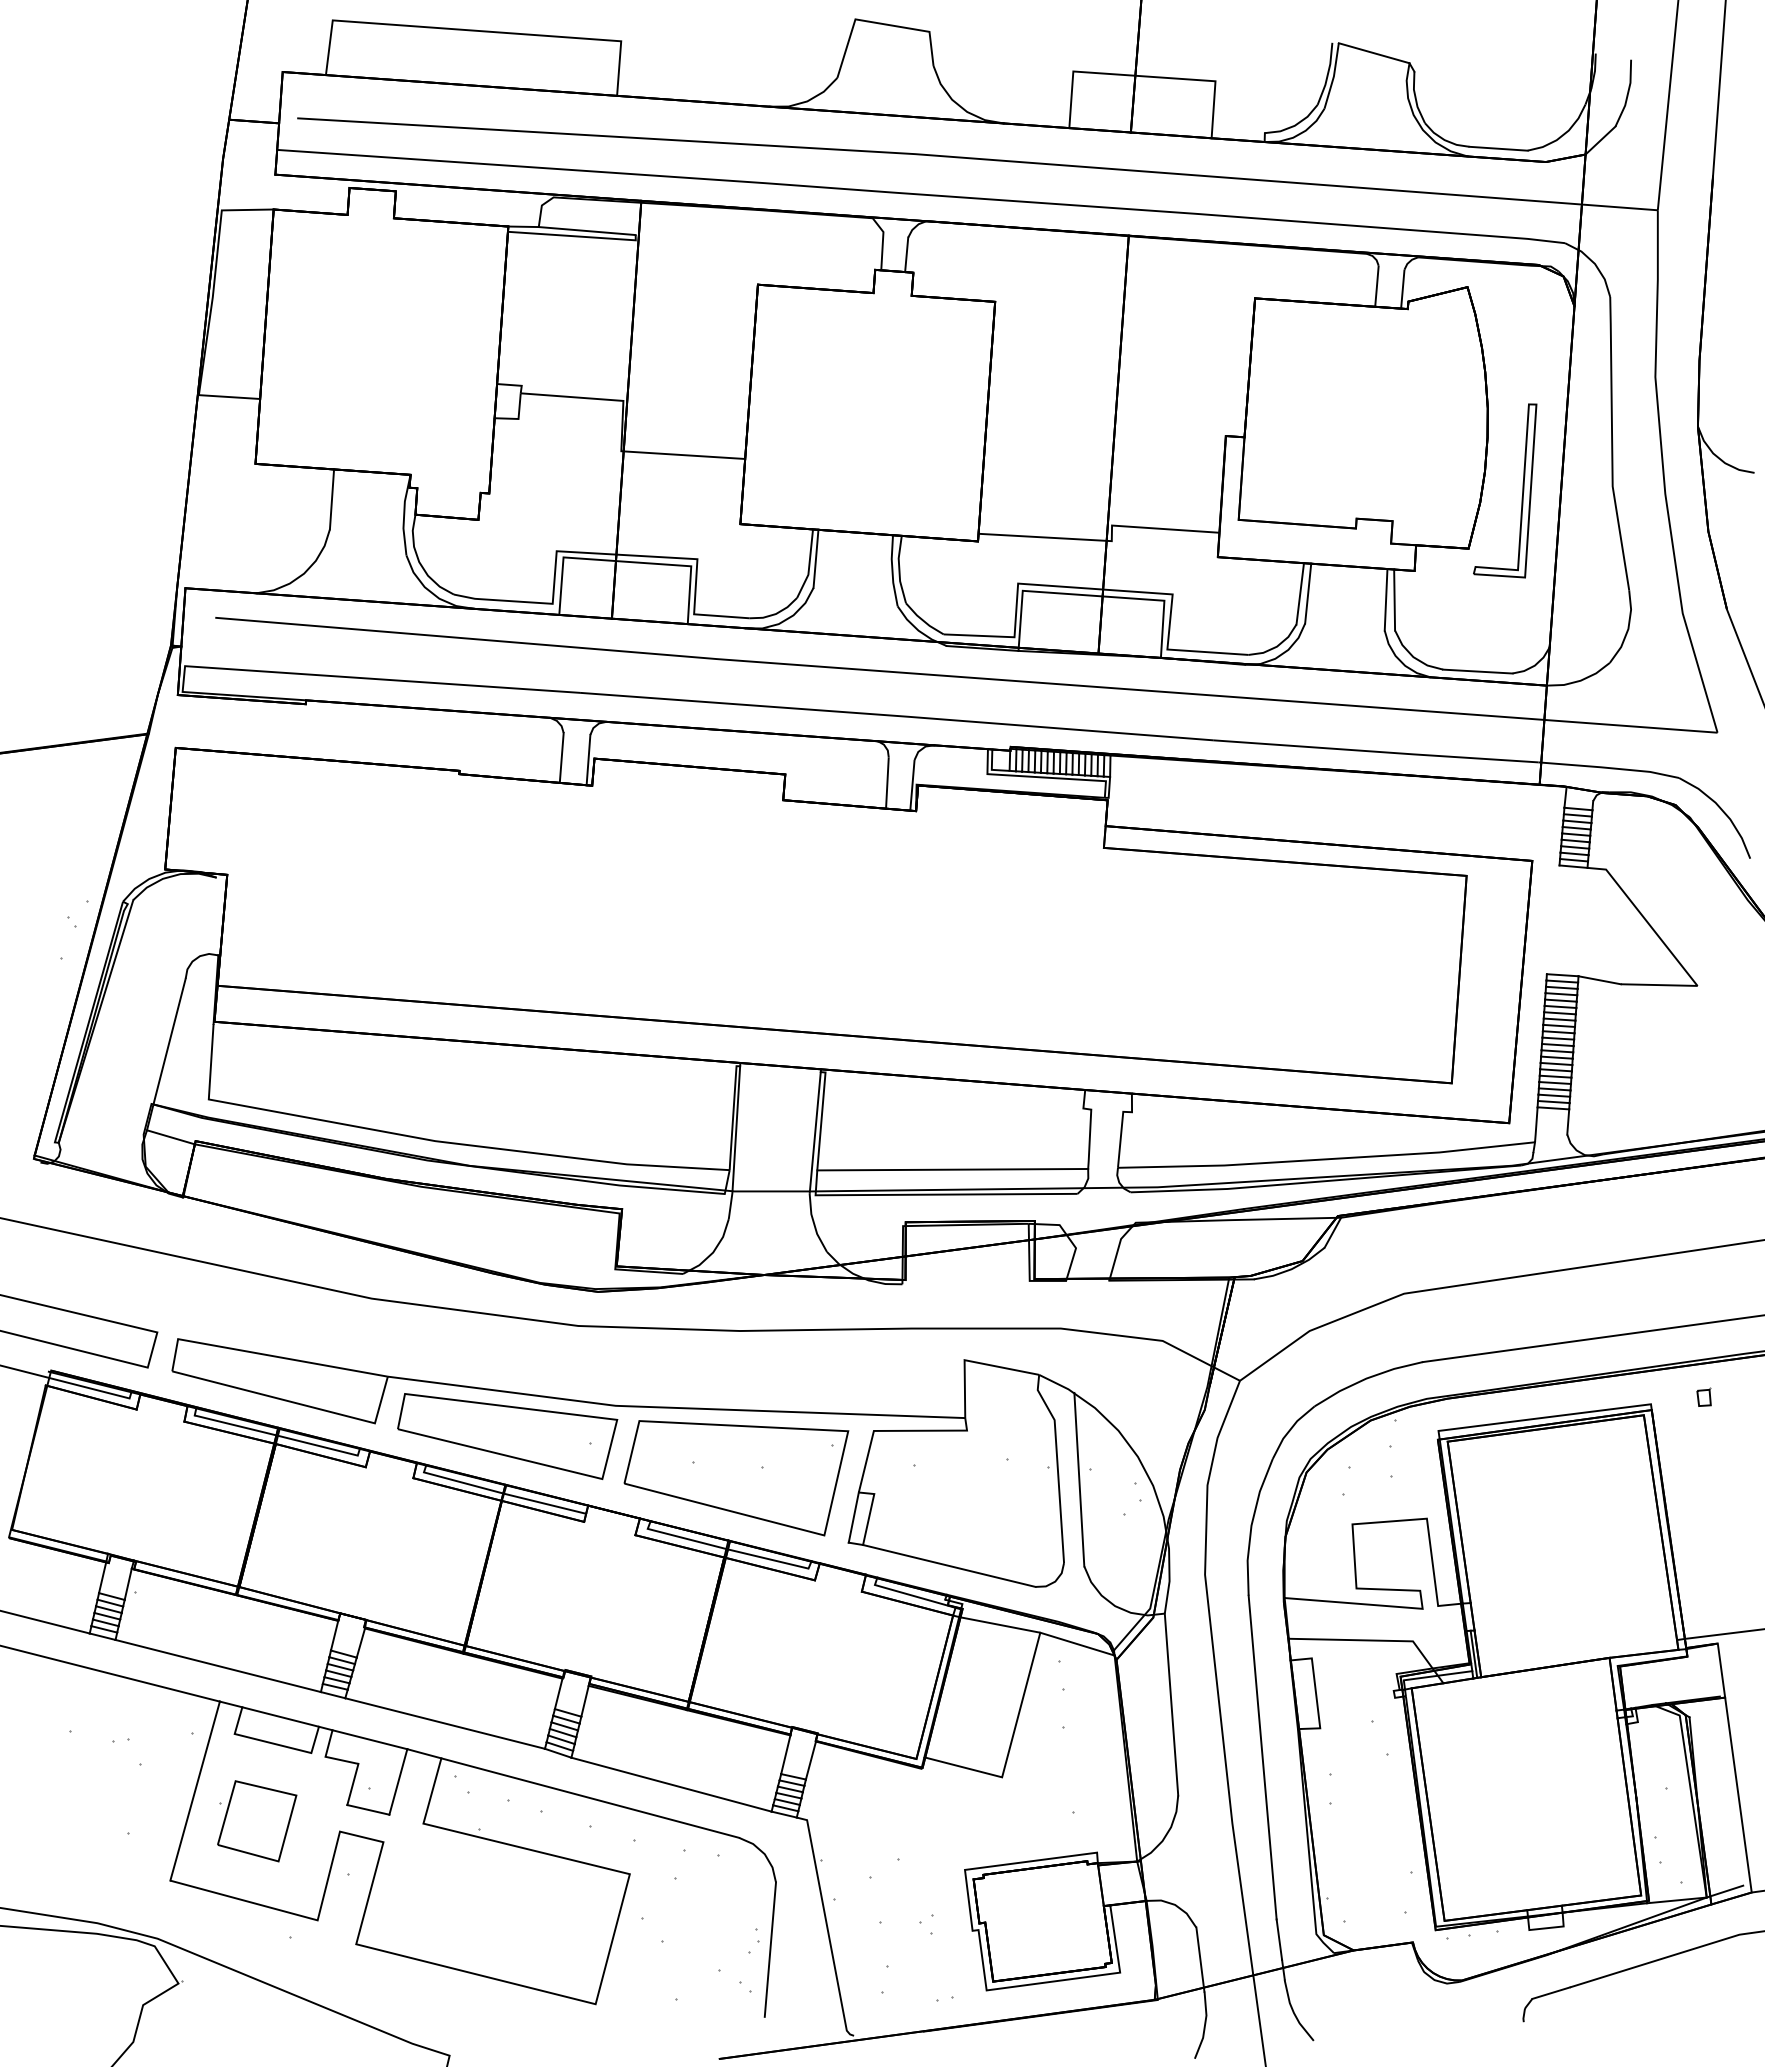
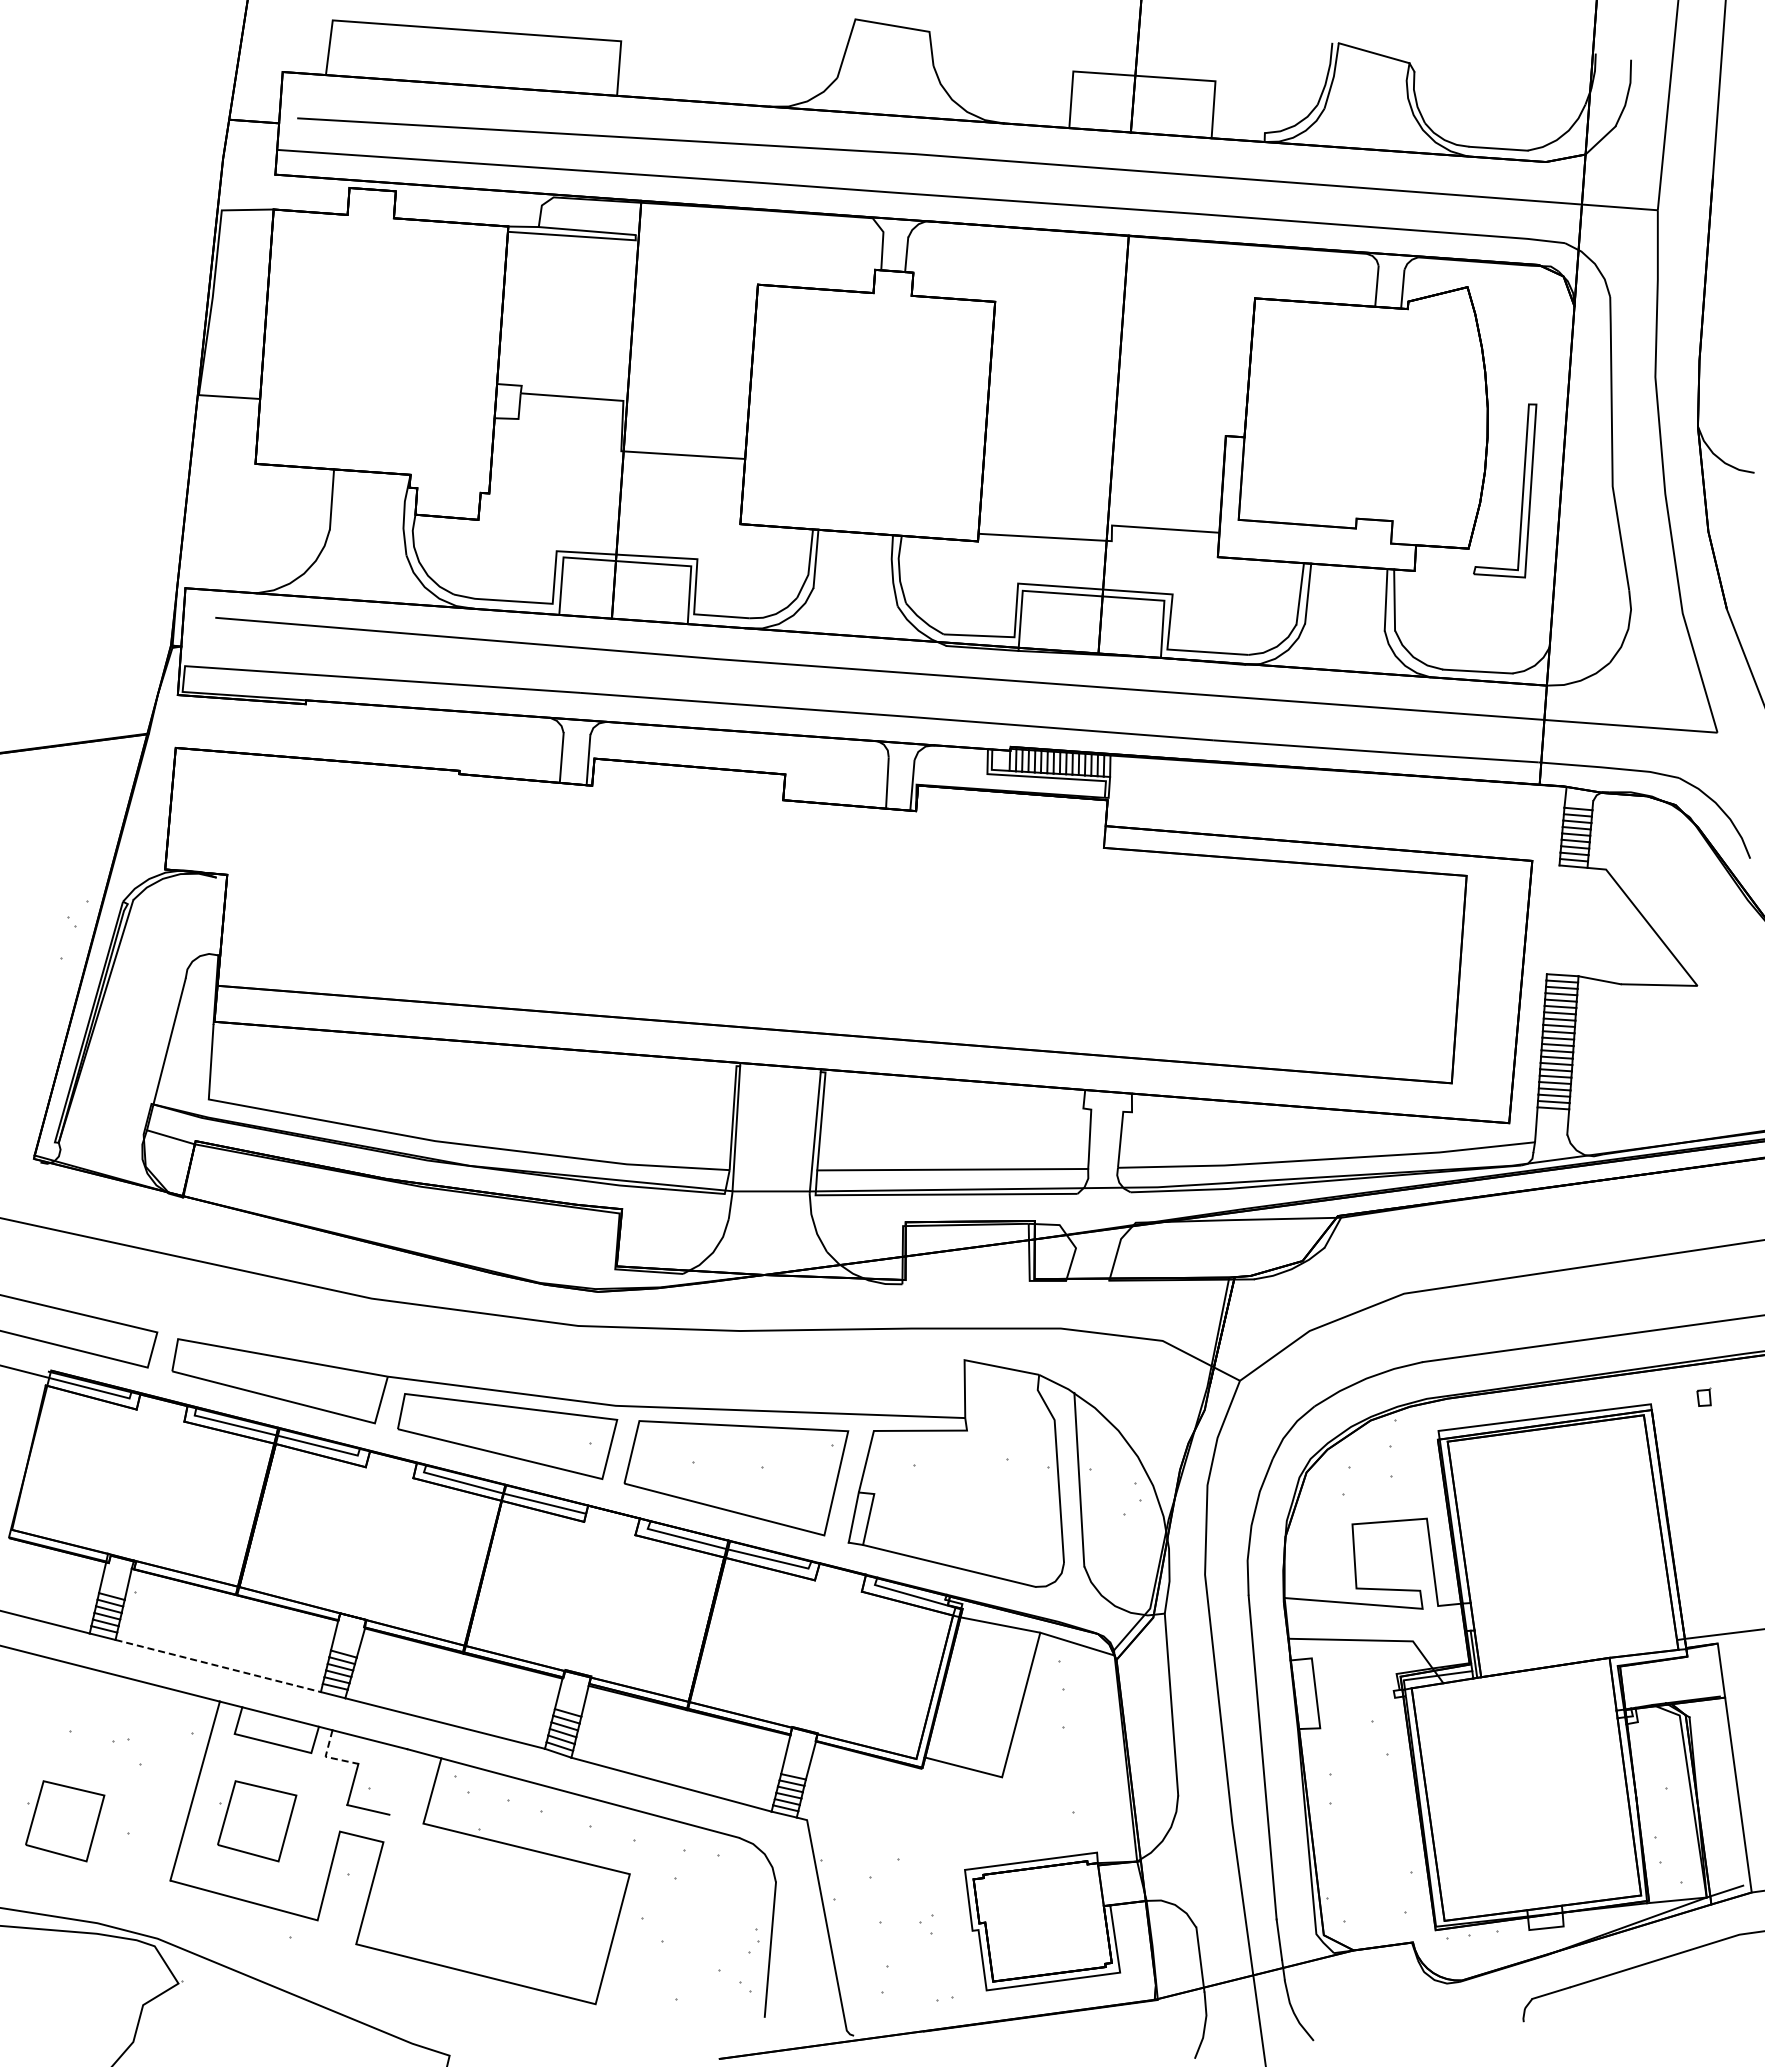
line at (218, 1666): solid -> dashed
line at (328, 1757): solid -> dashed
line at (398, 1781): present -> none
part at (65, 1821): none -> present
